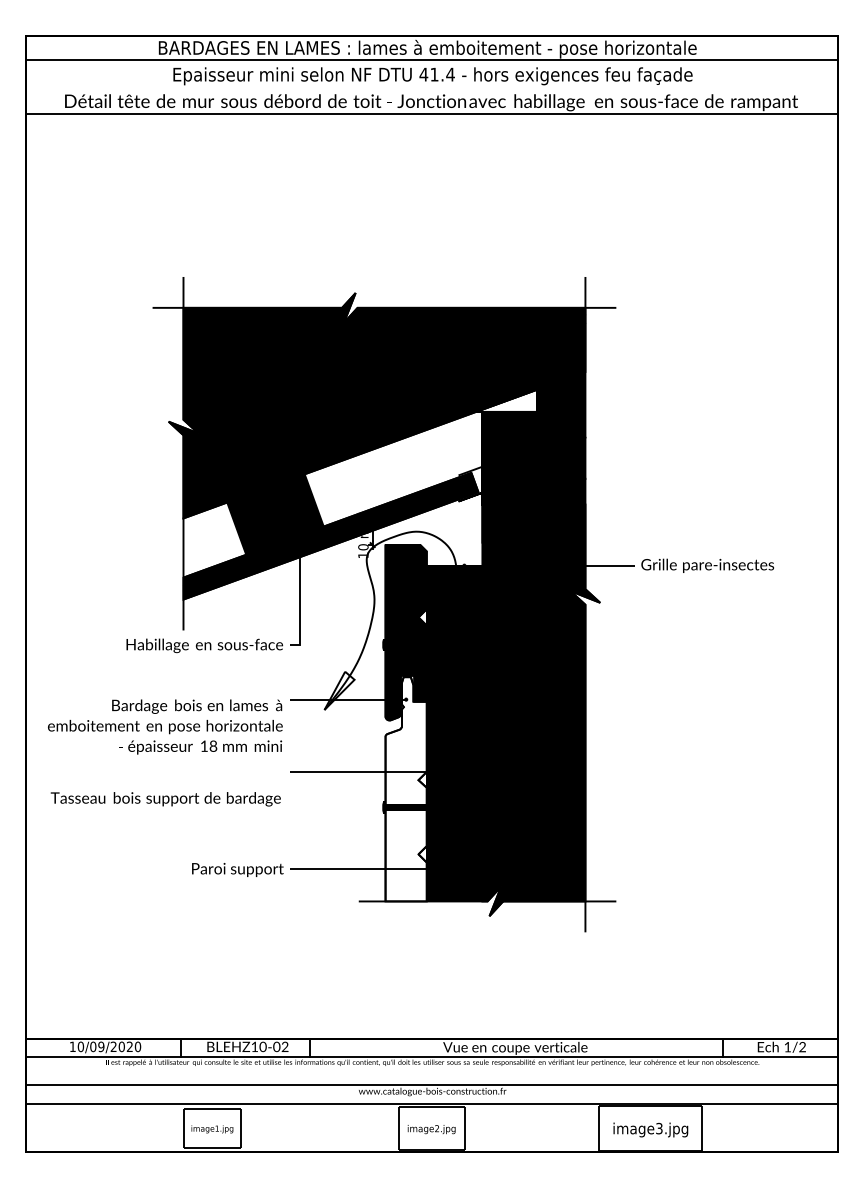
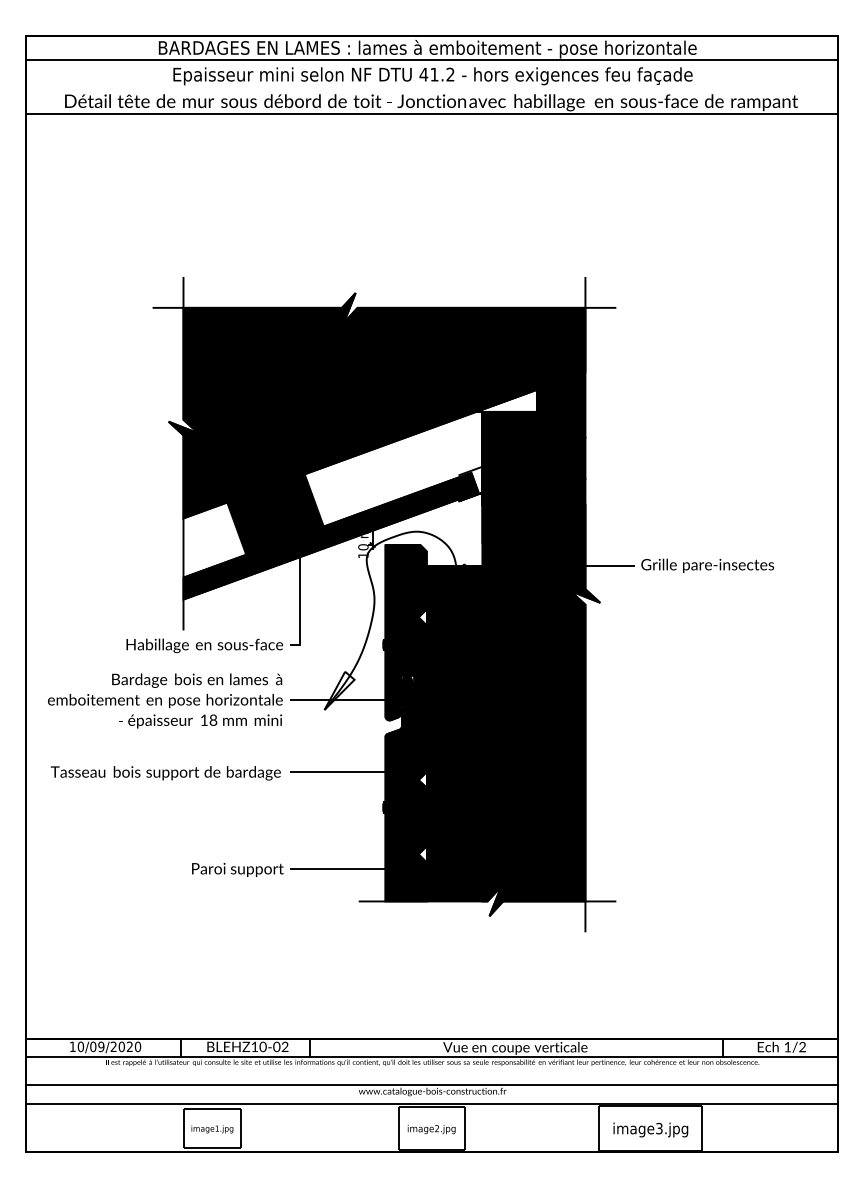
text at (450, 74): 41.4 -> 41.2
text at (165, 726) position: (165, 726) -> (165, 700)
fill at (405, 789): none -> present
text at (165, 799) position: (165, 799) -> (165, 773)
